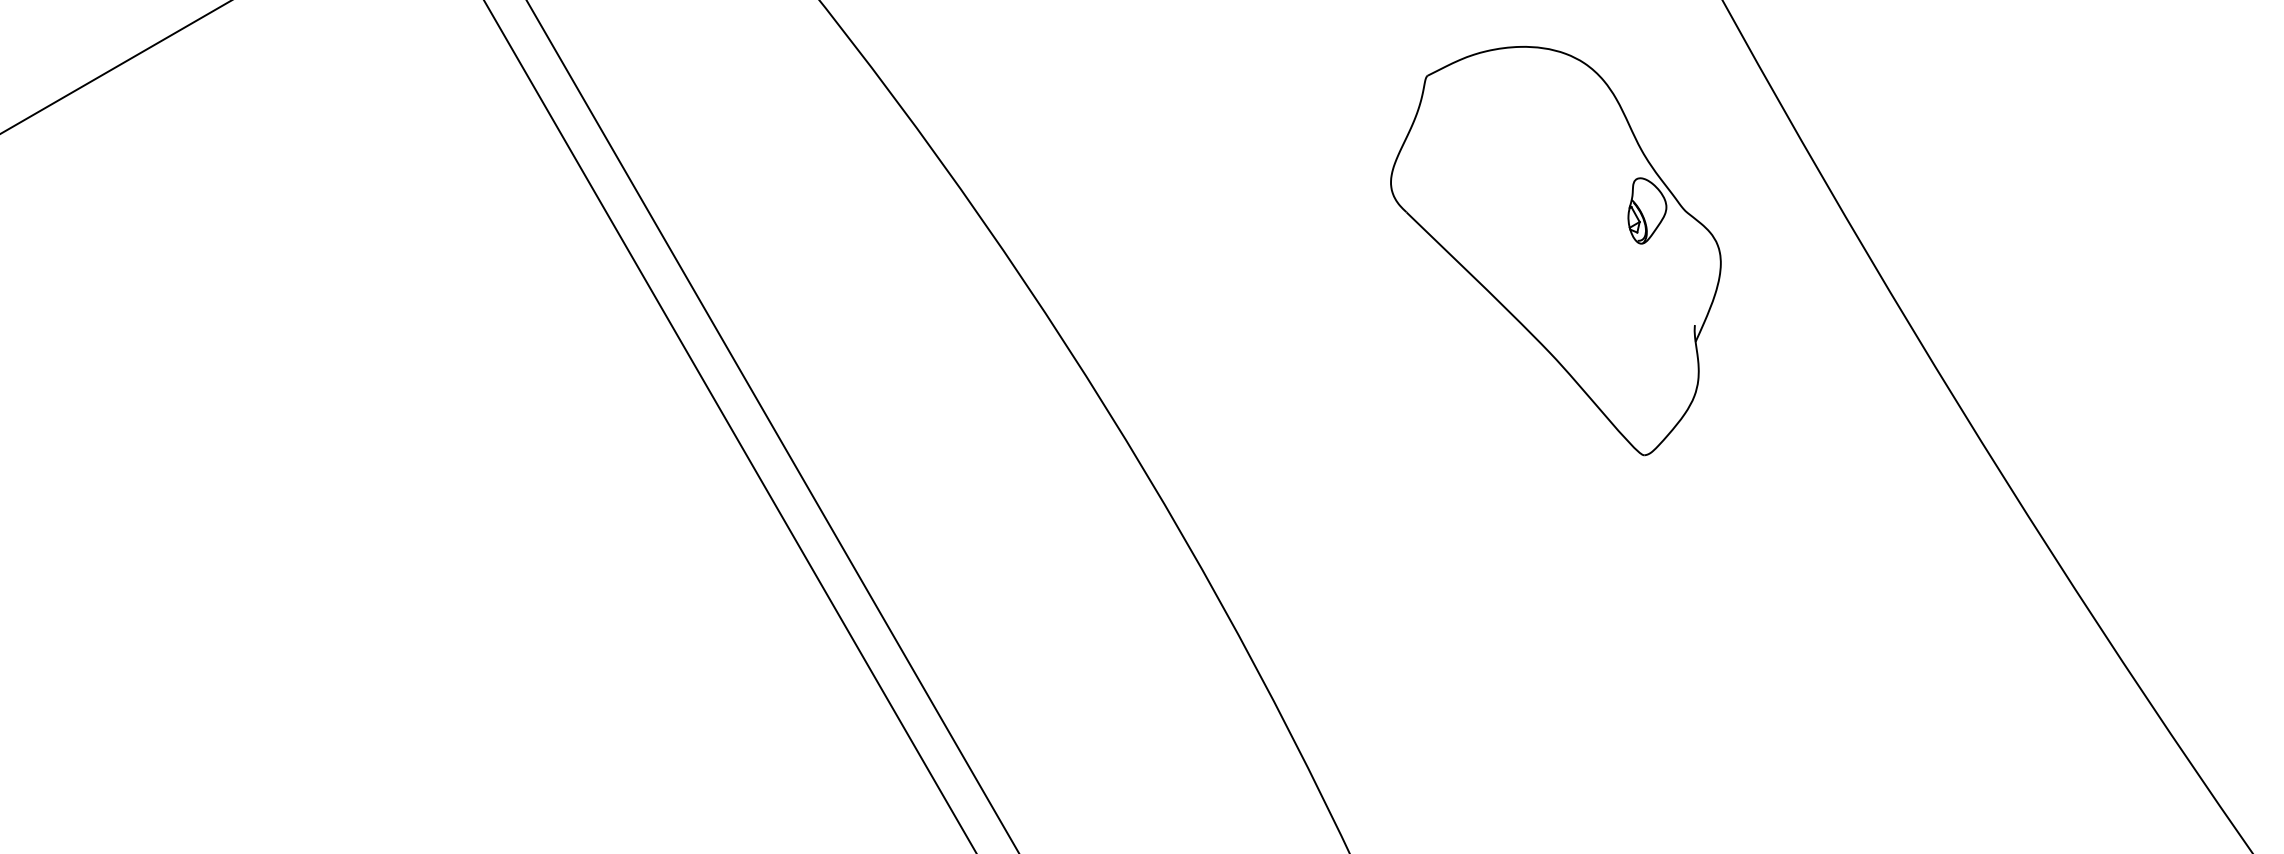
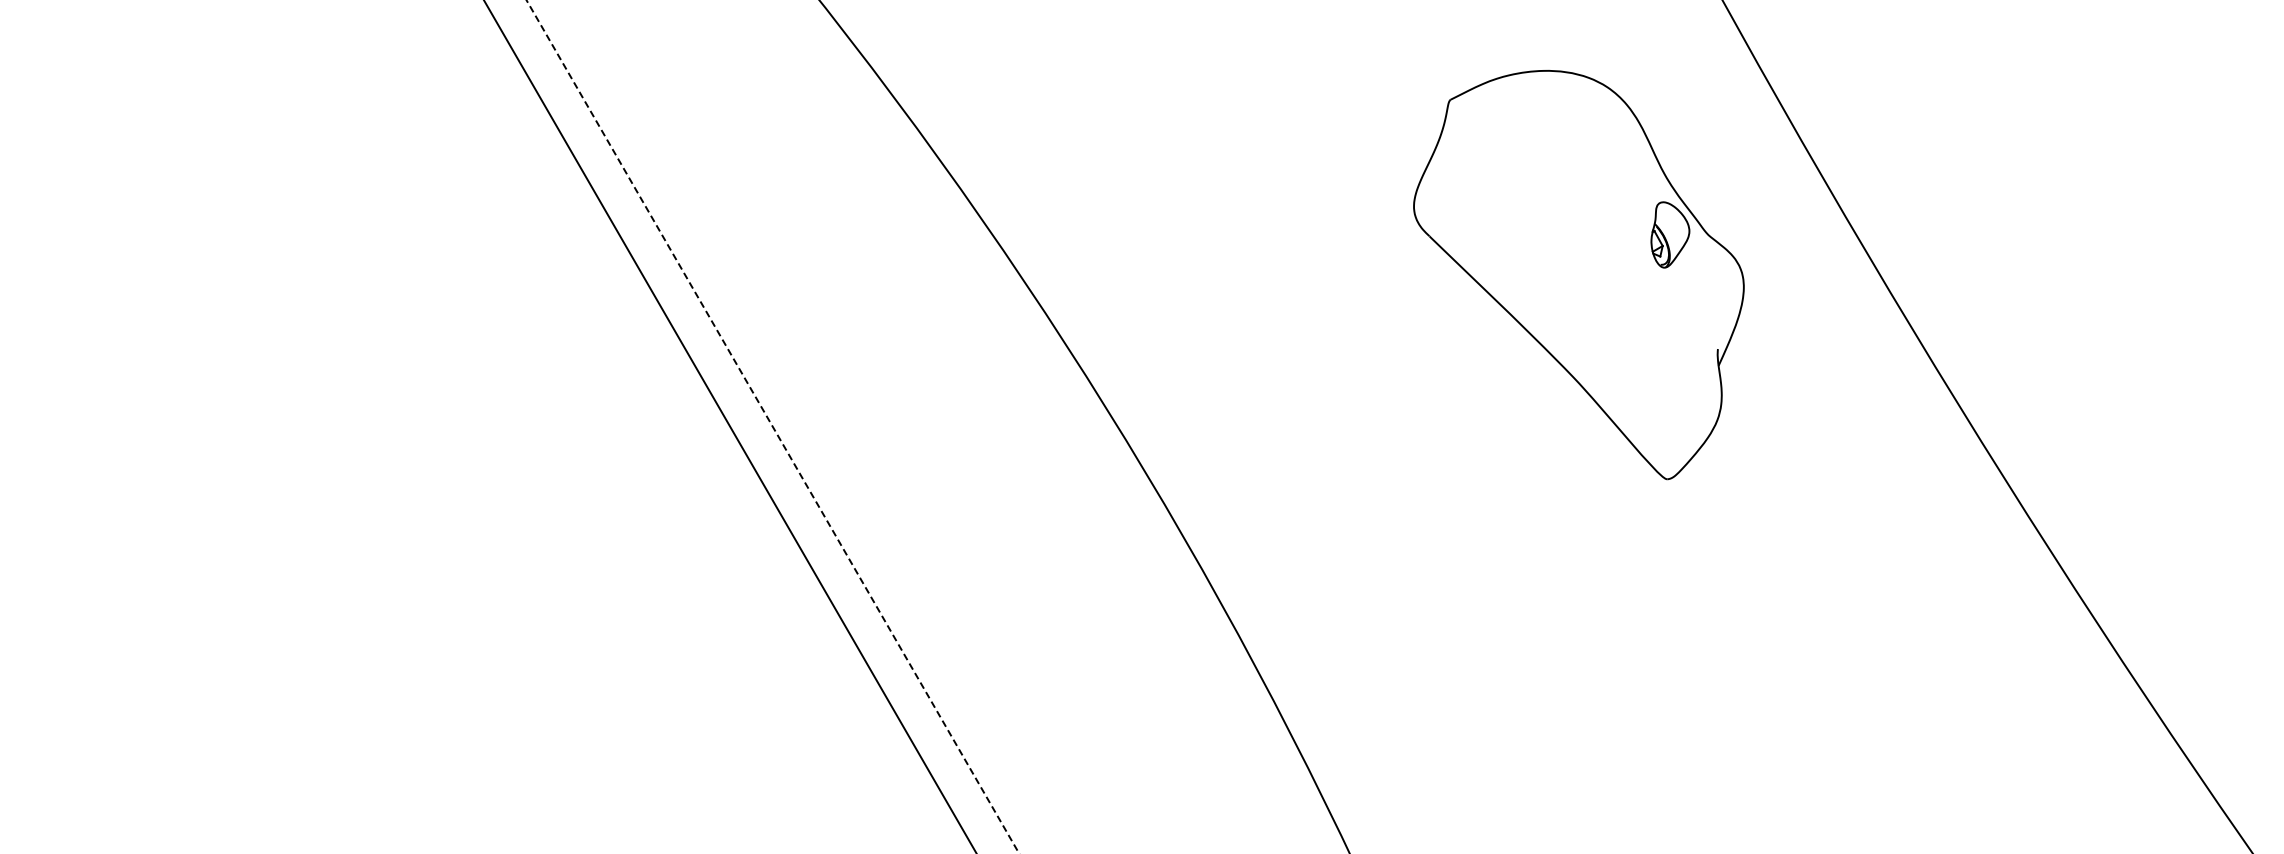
line at (115, 67): present -> none
part at (1555, 251) position: (1555, 251) -> (1578, 275)
line at (772, 427): solid -> dashed
